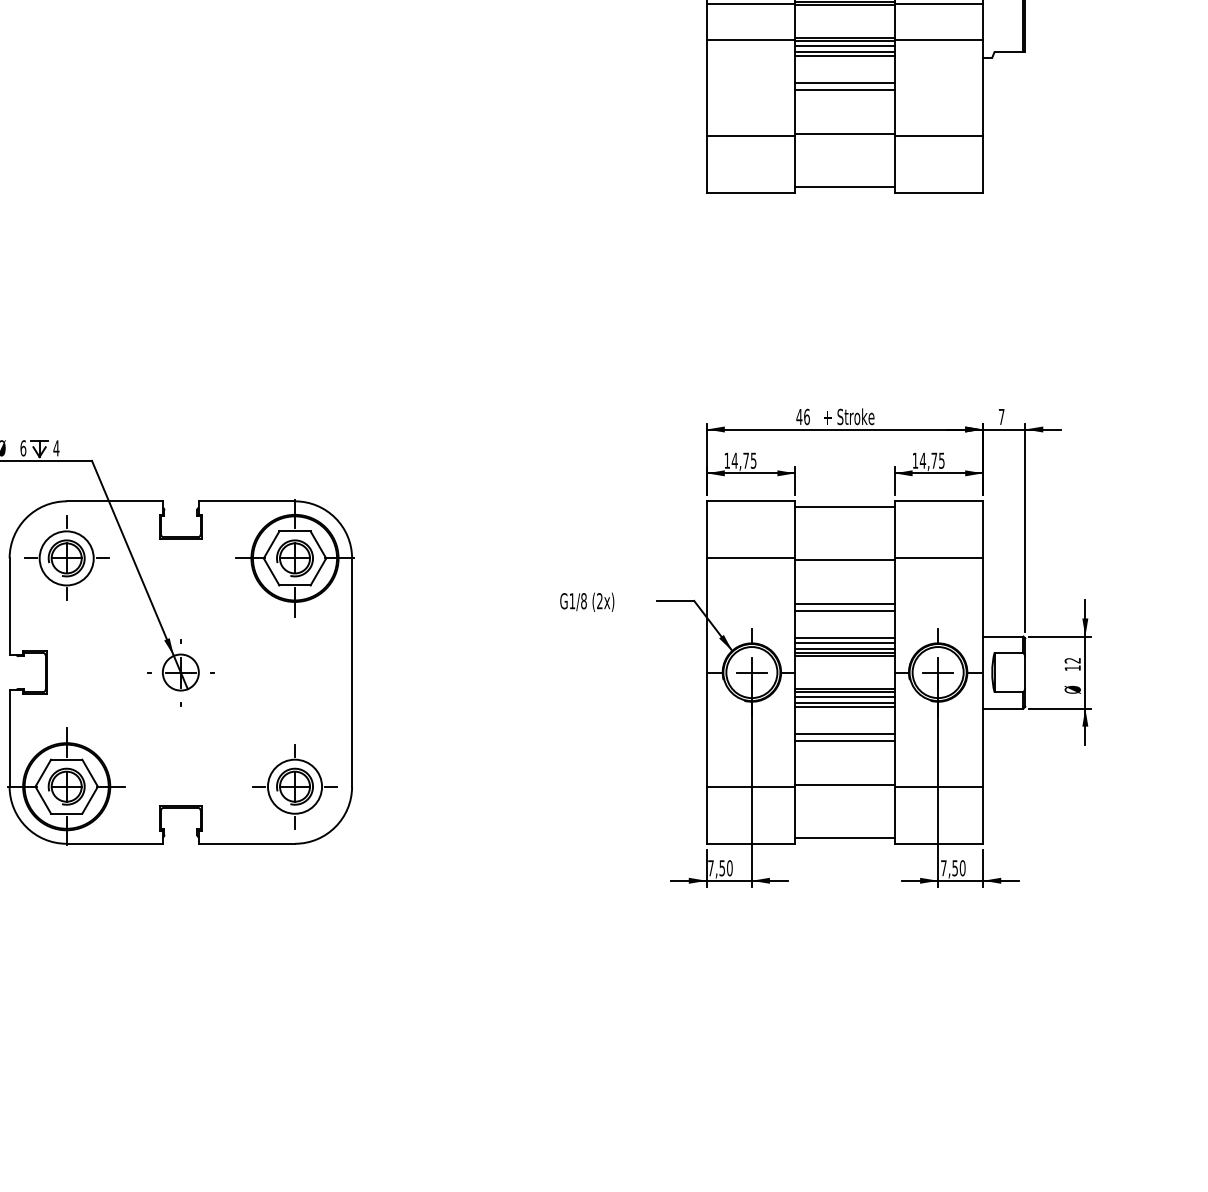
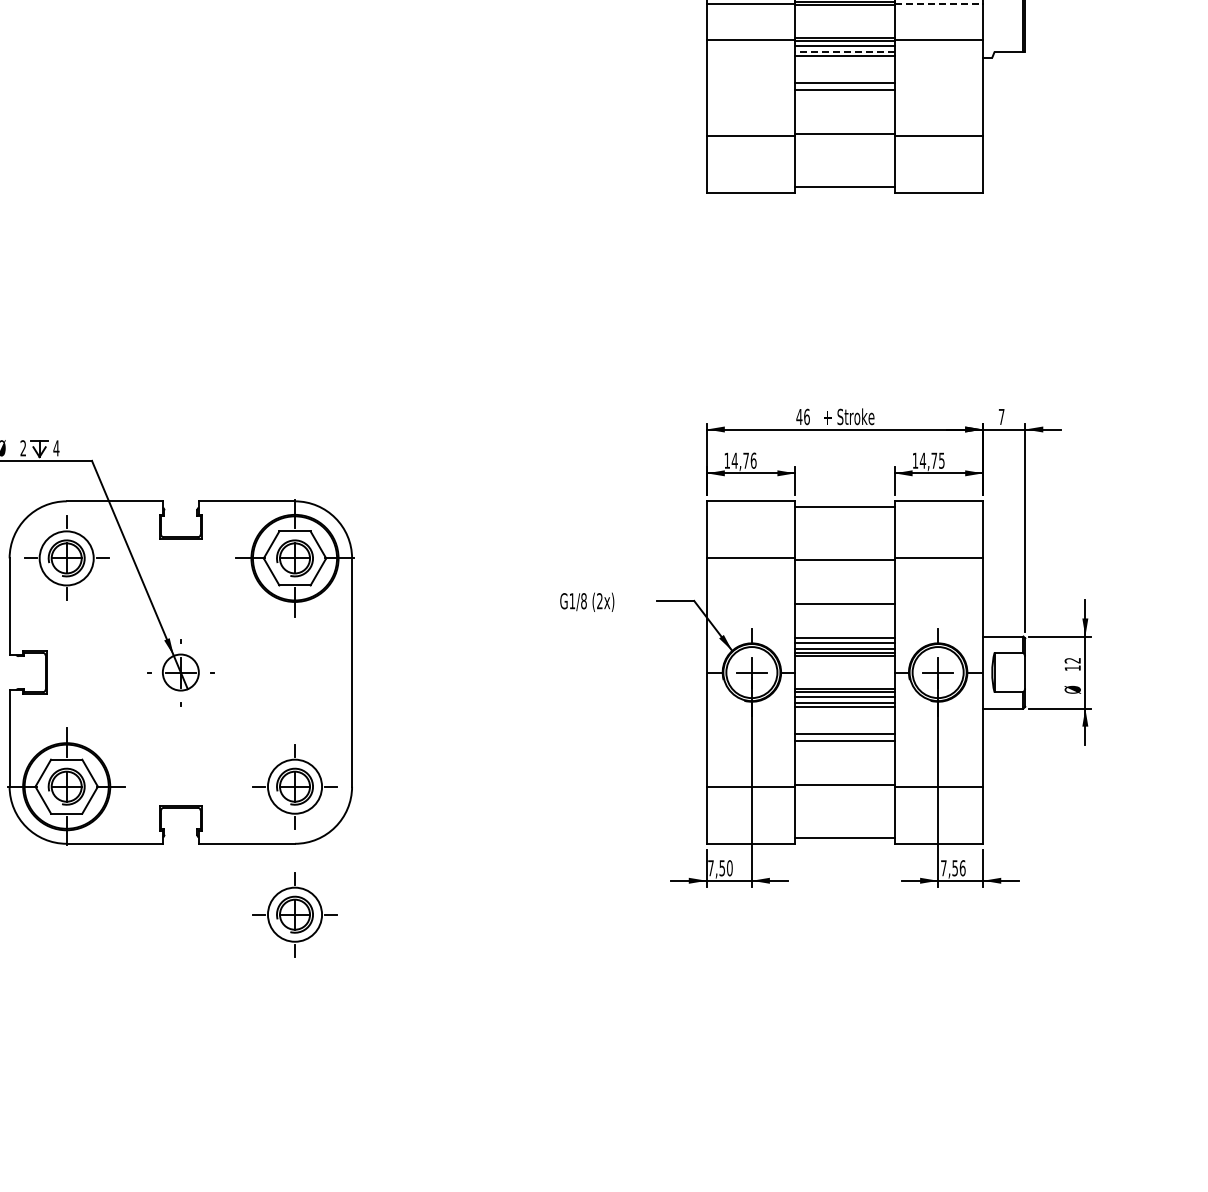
line at (939, 3): solid -> dashed
line at (845, 51): solid -> dashed
text at (23, 448): 6 -> 2
text at (753, 460): 14,75 -> 14,76
line at (844, 611): present -> none
text at (962, 868): 7,50 -> 7,56
part at (294, 914): none -> present
